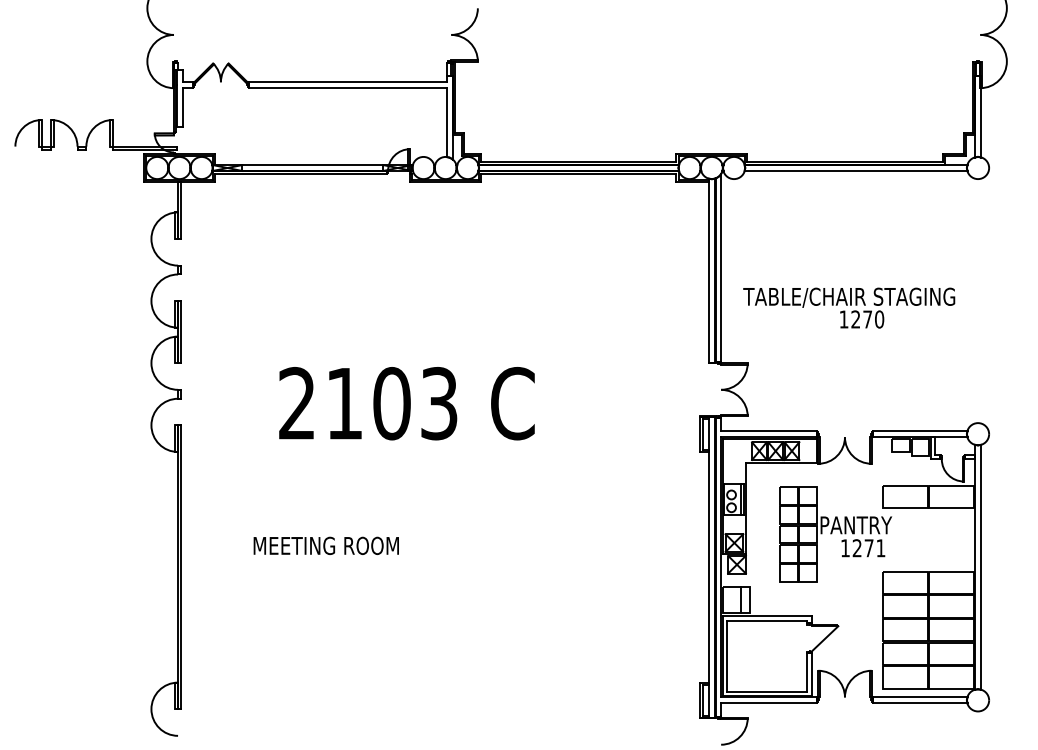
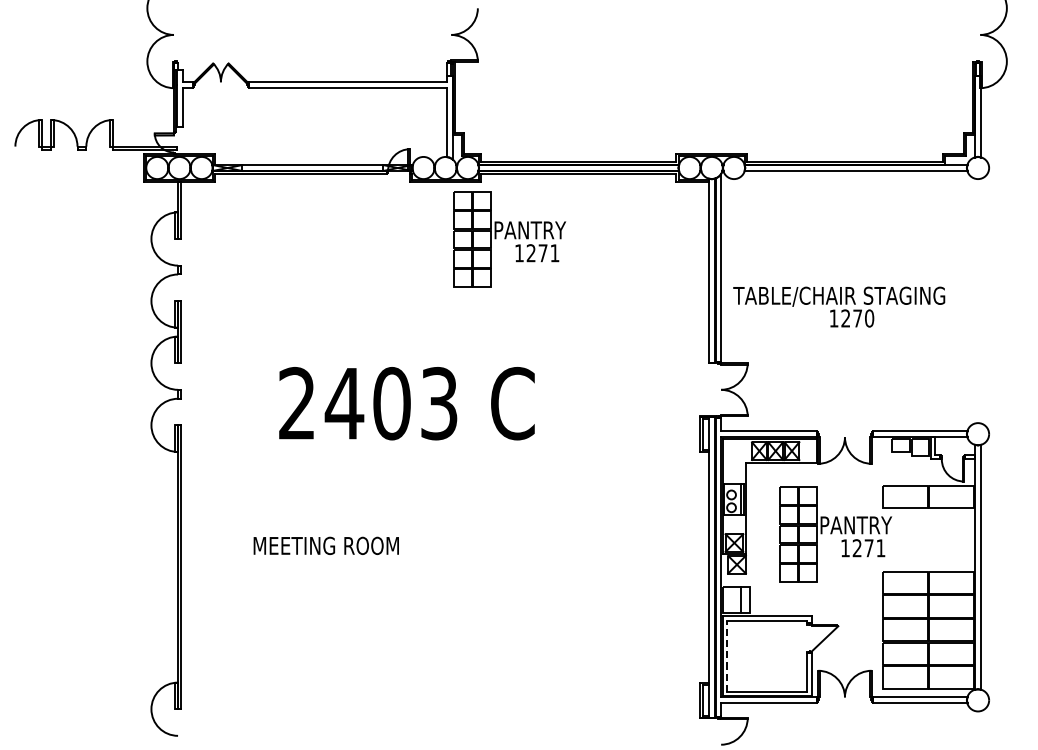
part at (509, 239): none -> present
text at (849, 307) position: (849, 307) -> (839, 306)
text at (344, 403): 2103 -> 2403
line at (727, 655): solid -> dashed
